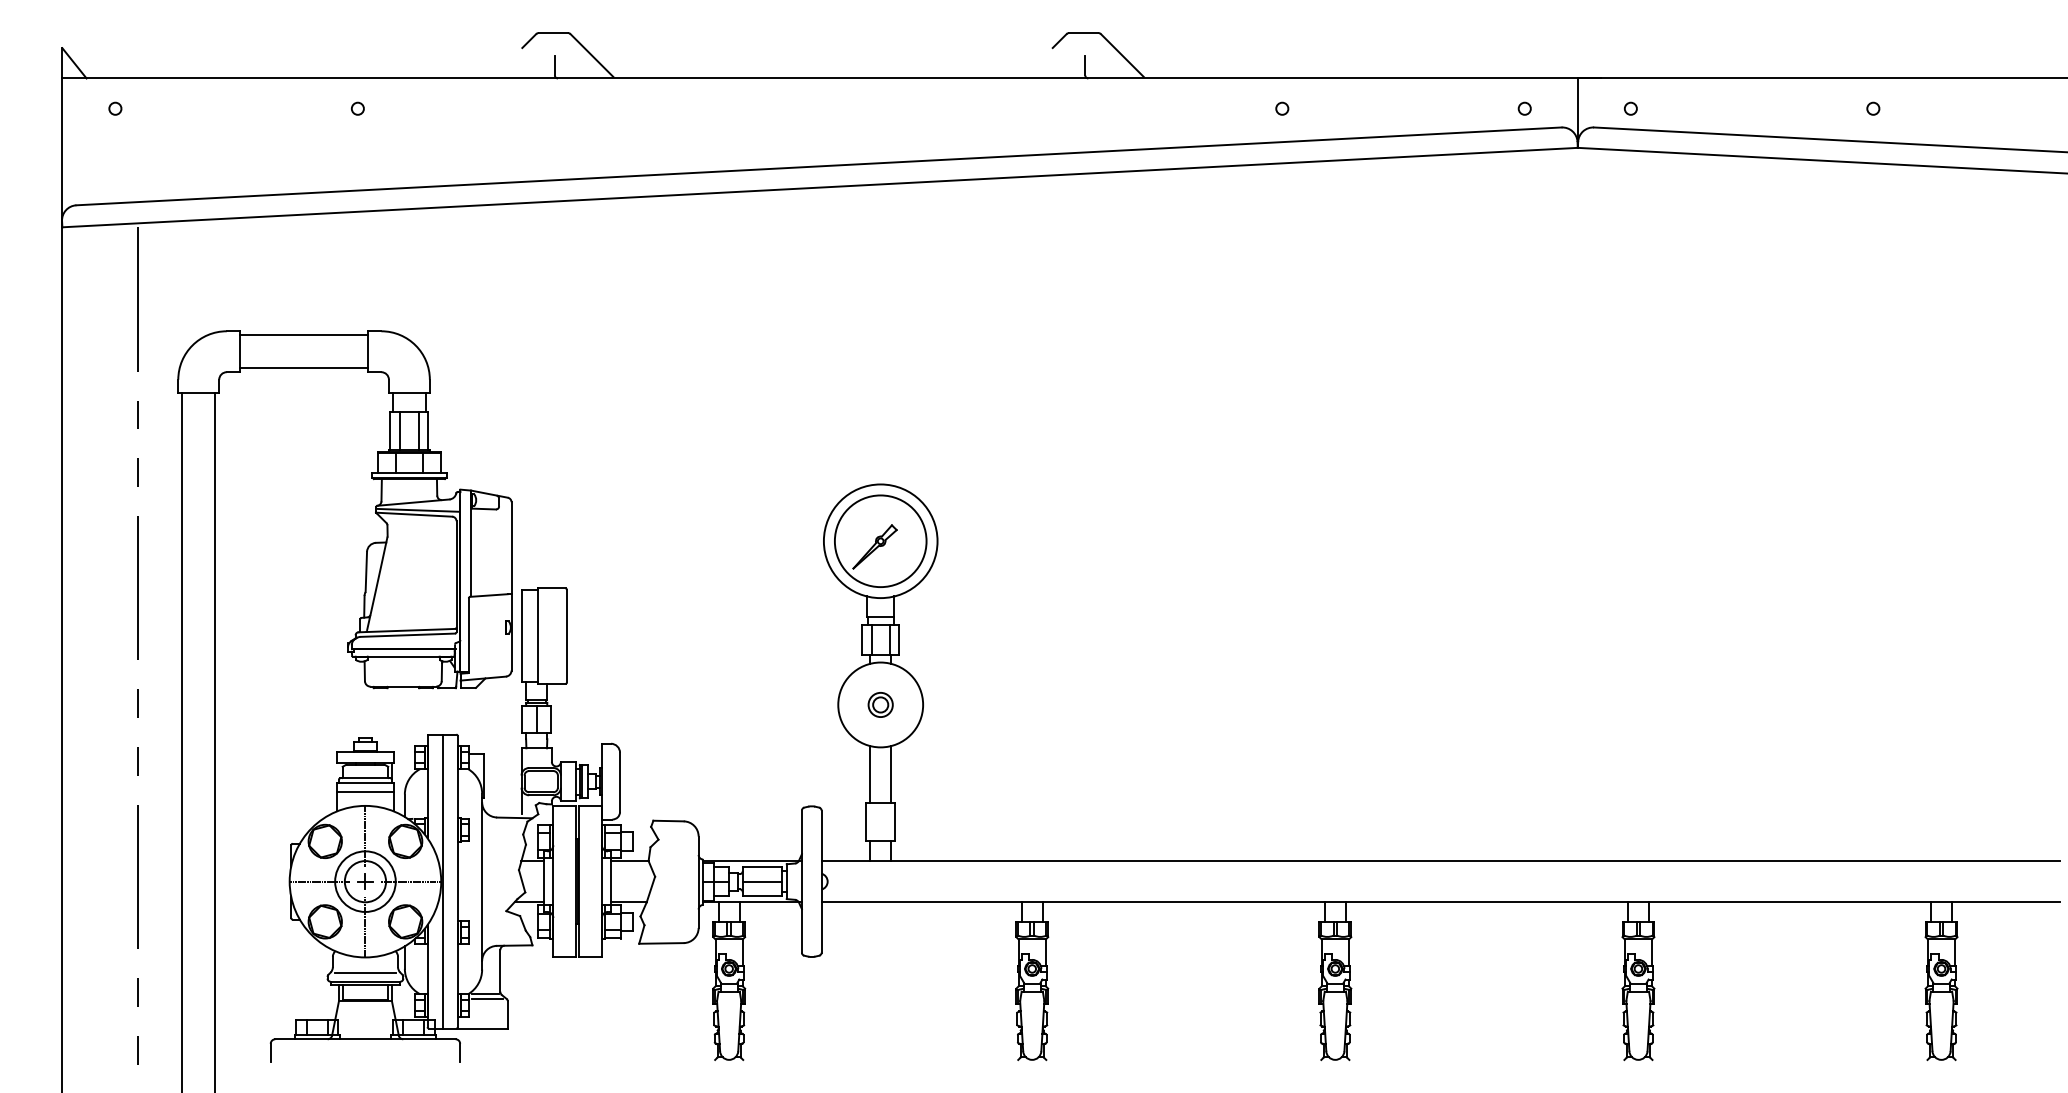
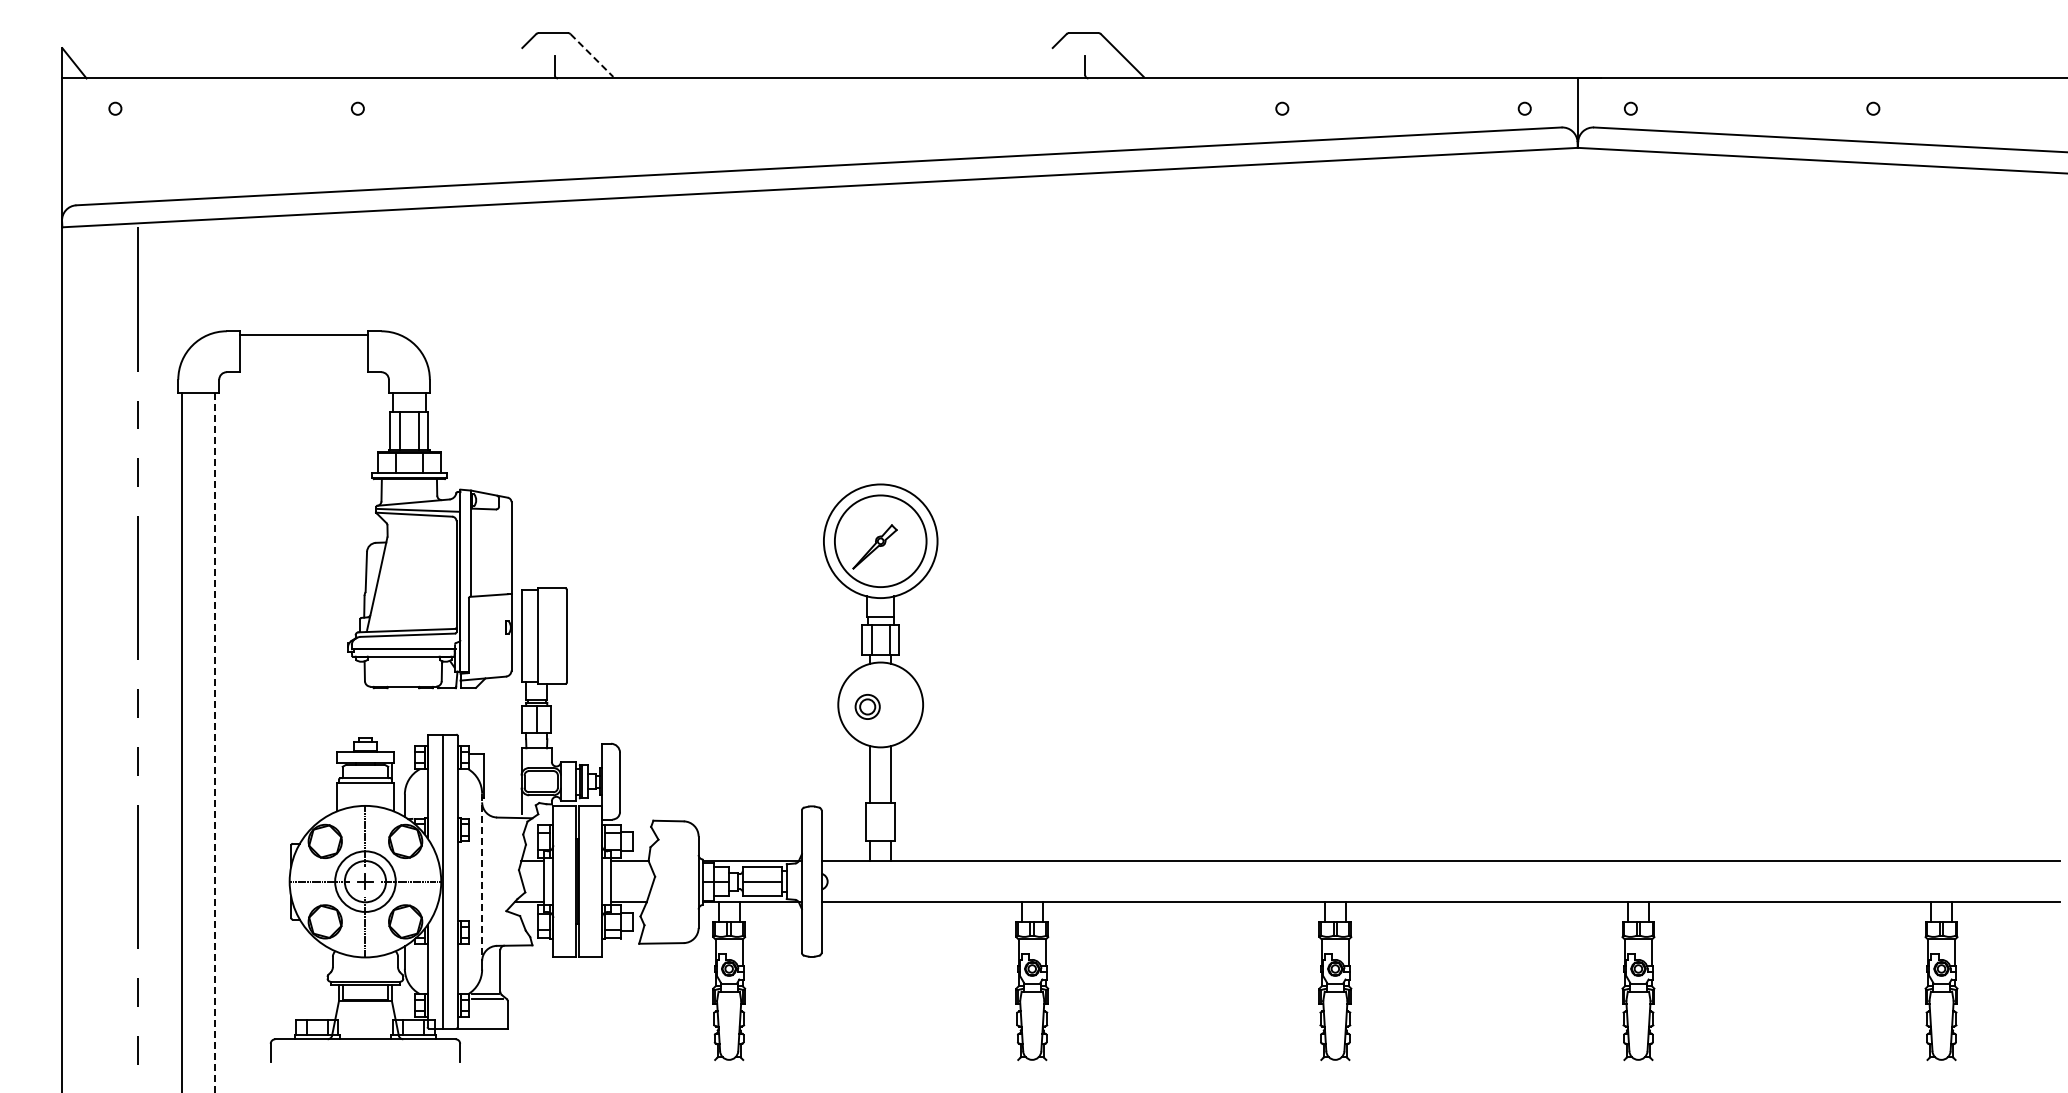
line at (592, 55): solid -> dashed
line at (303, 368): present -> none
part at (880, 704) position: (880, 704) -> (867, 706)
line at (215, 742): solid -> dashed
line at (365, 791): present -> none
line at (482, 877): solid -> dashed
line at (365, 972): present -> none
